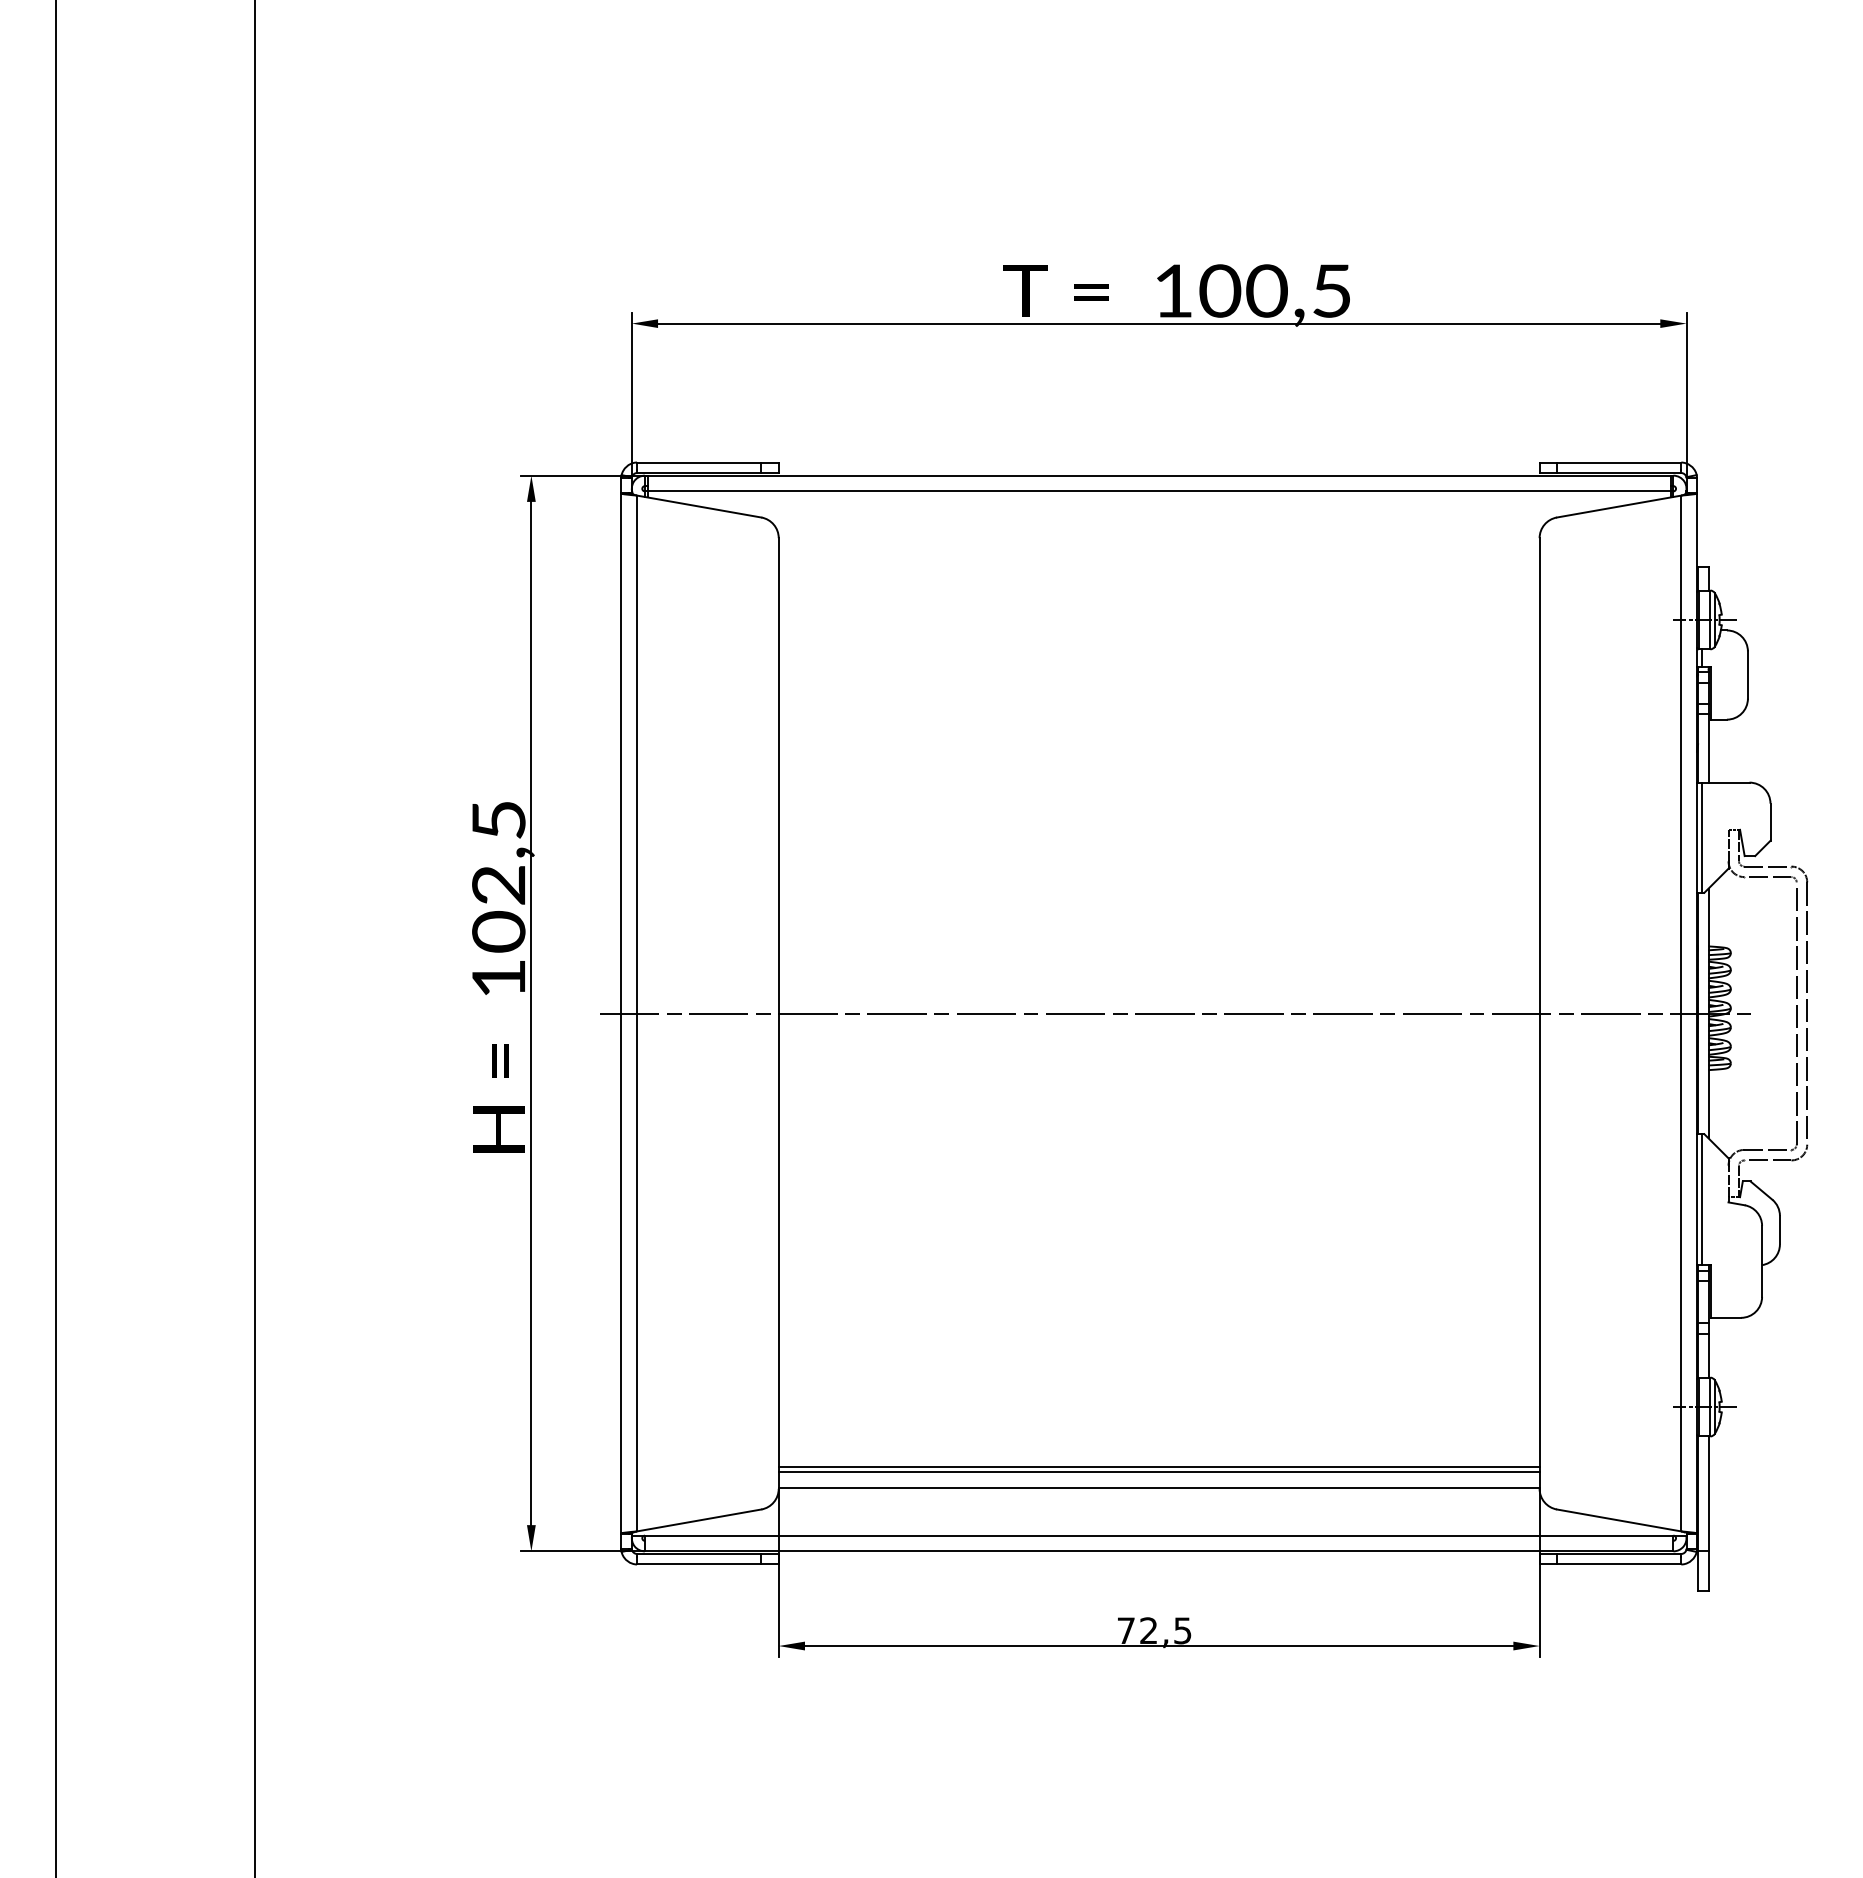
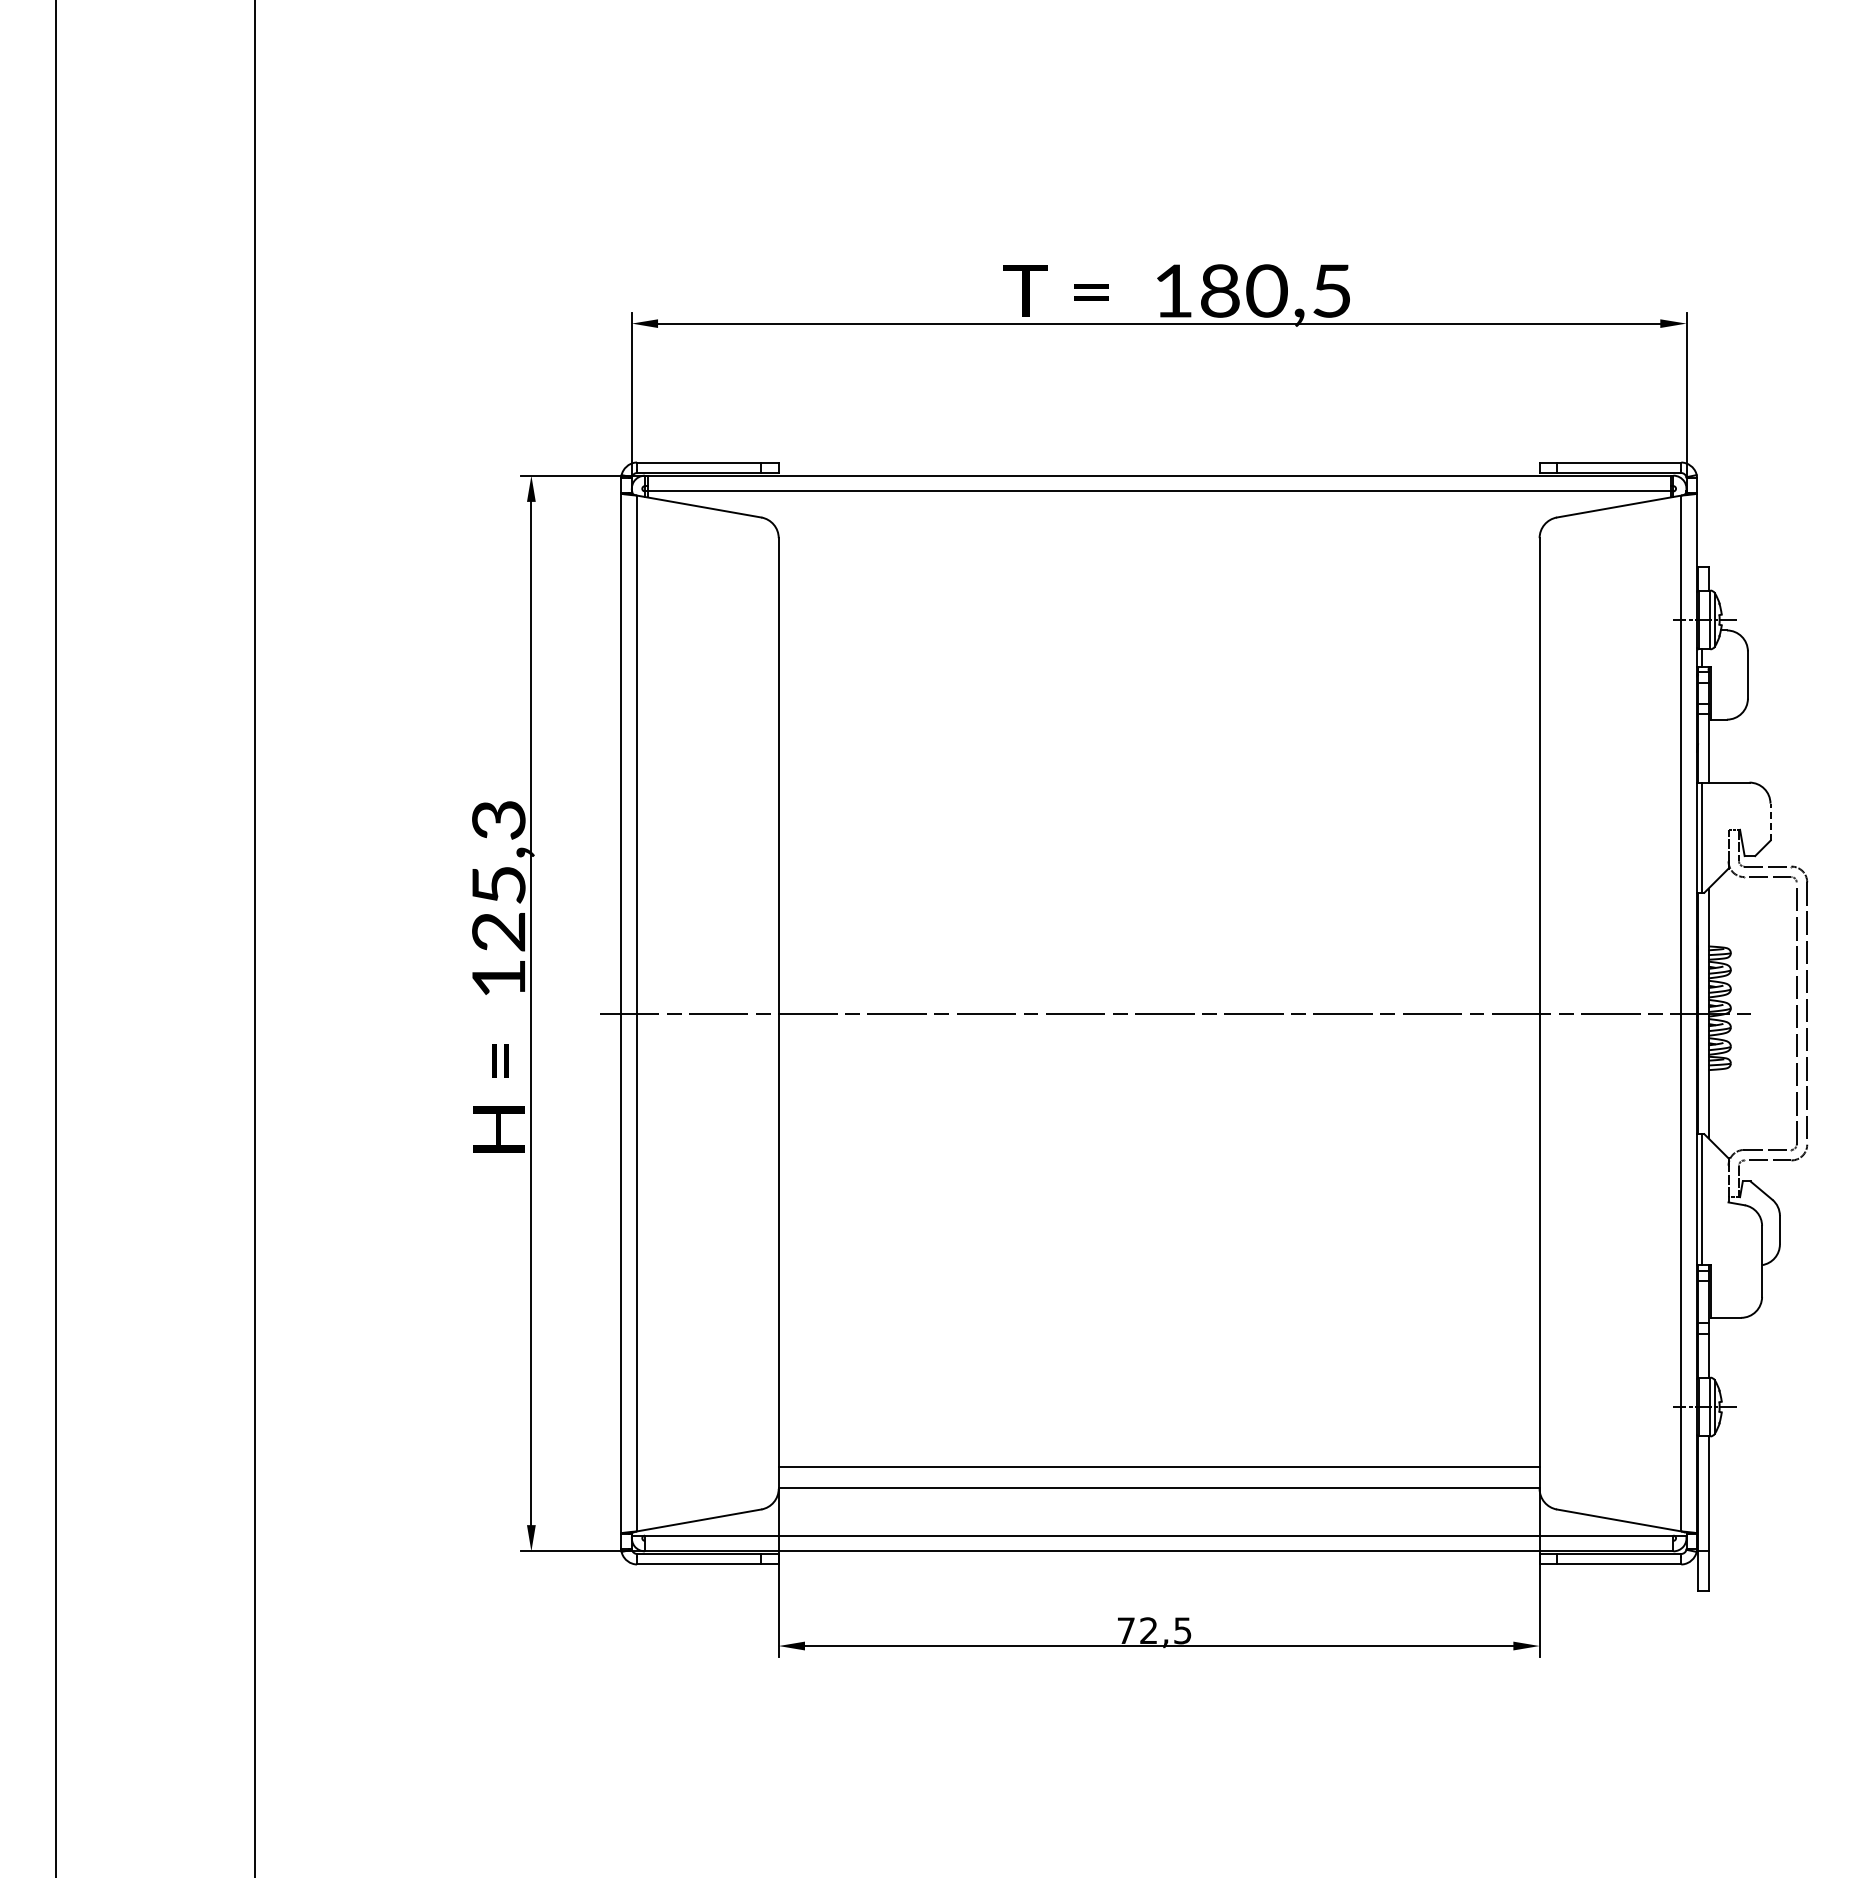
text at (1220, 290): 100,5 -> 180,5
line at (1770, 822): solid -> dashed
text at (498, 876): 102,5 -> 125,3
line at (1158, 1471): present -> none
